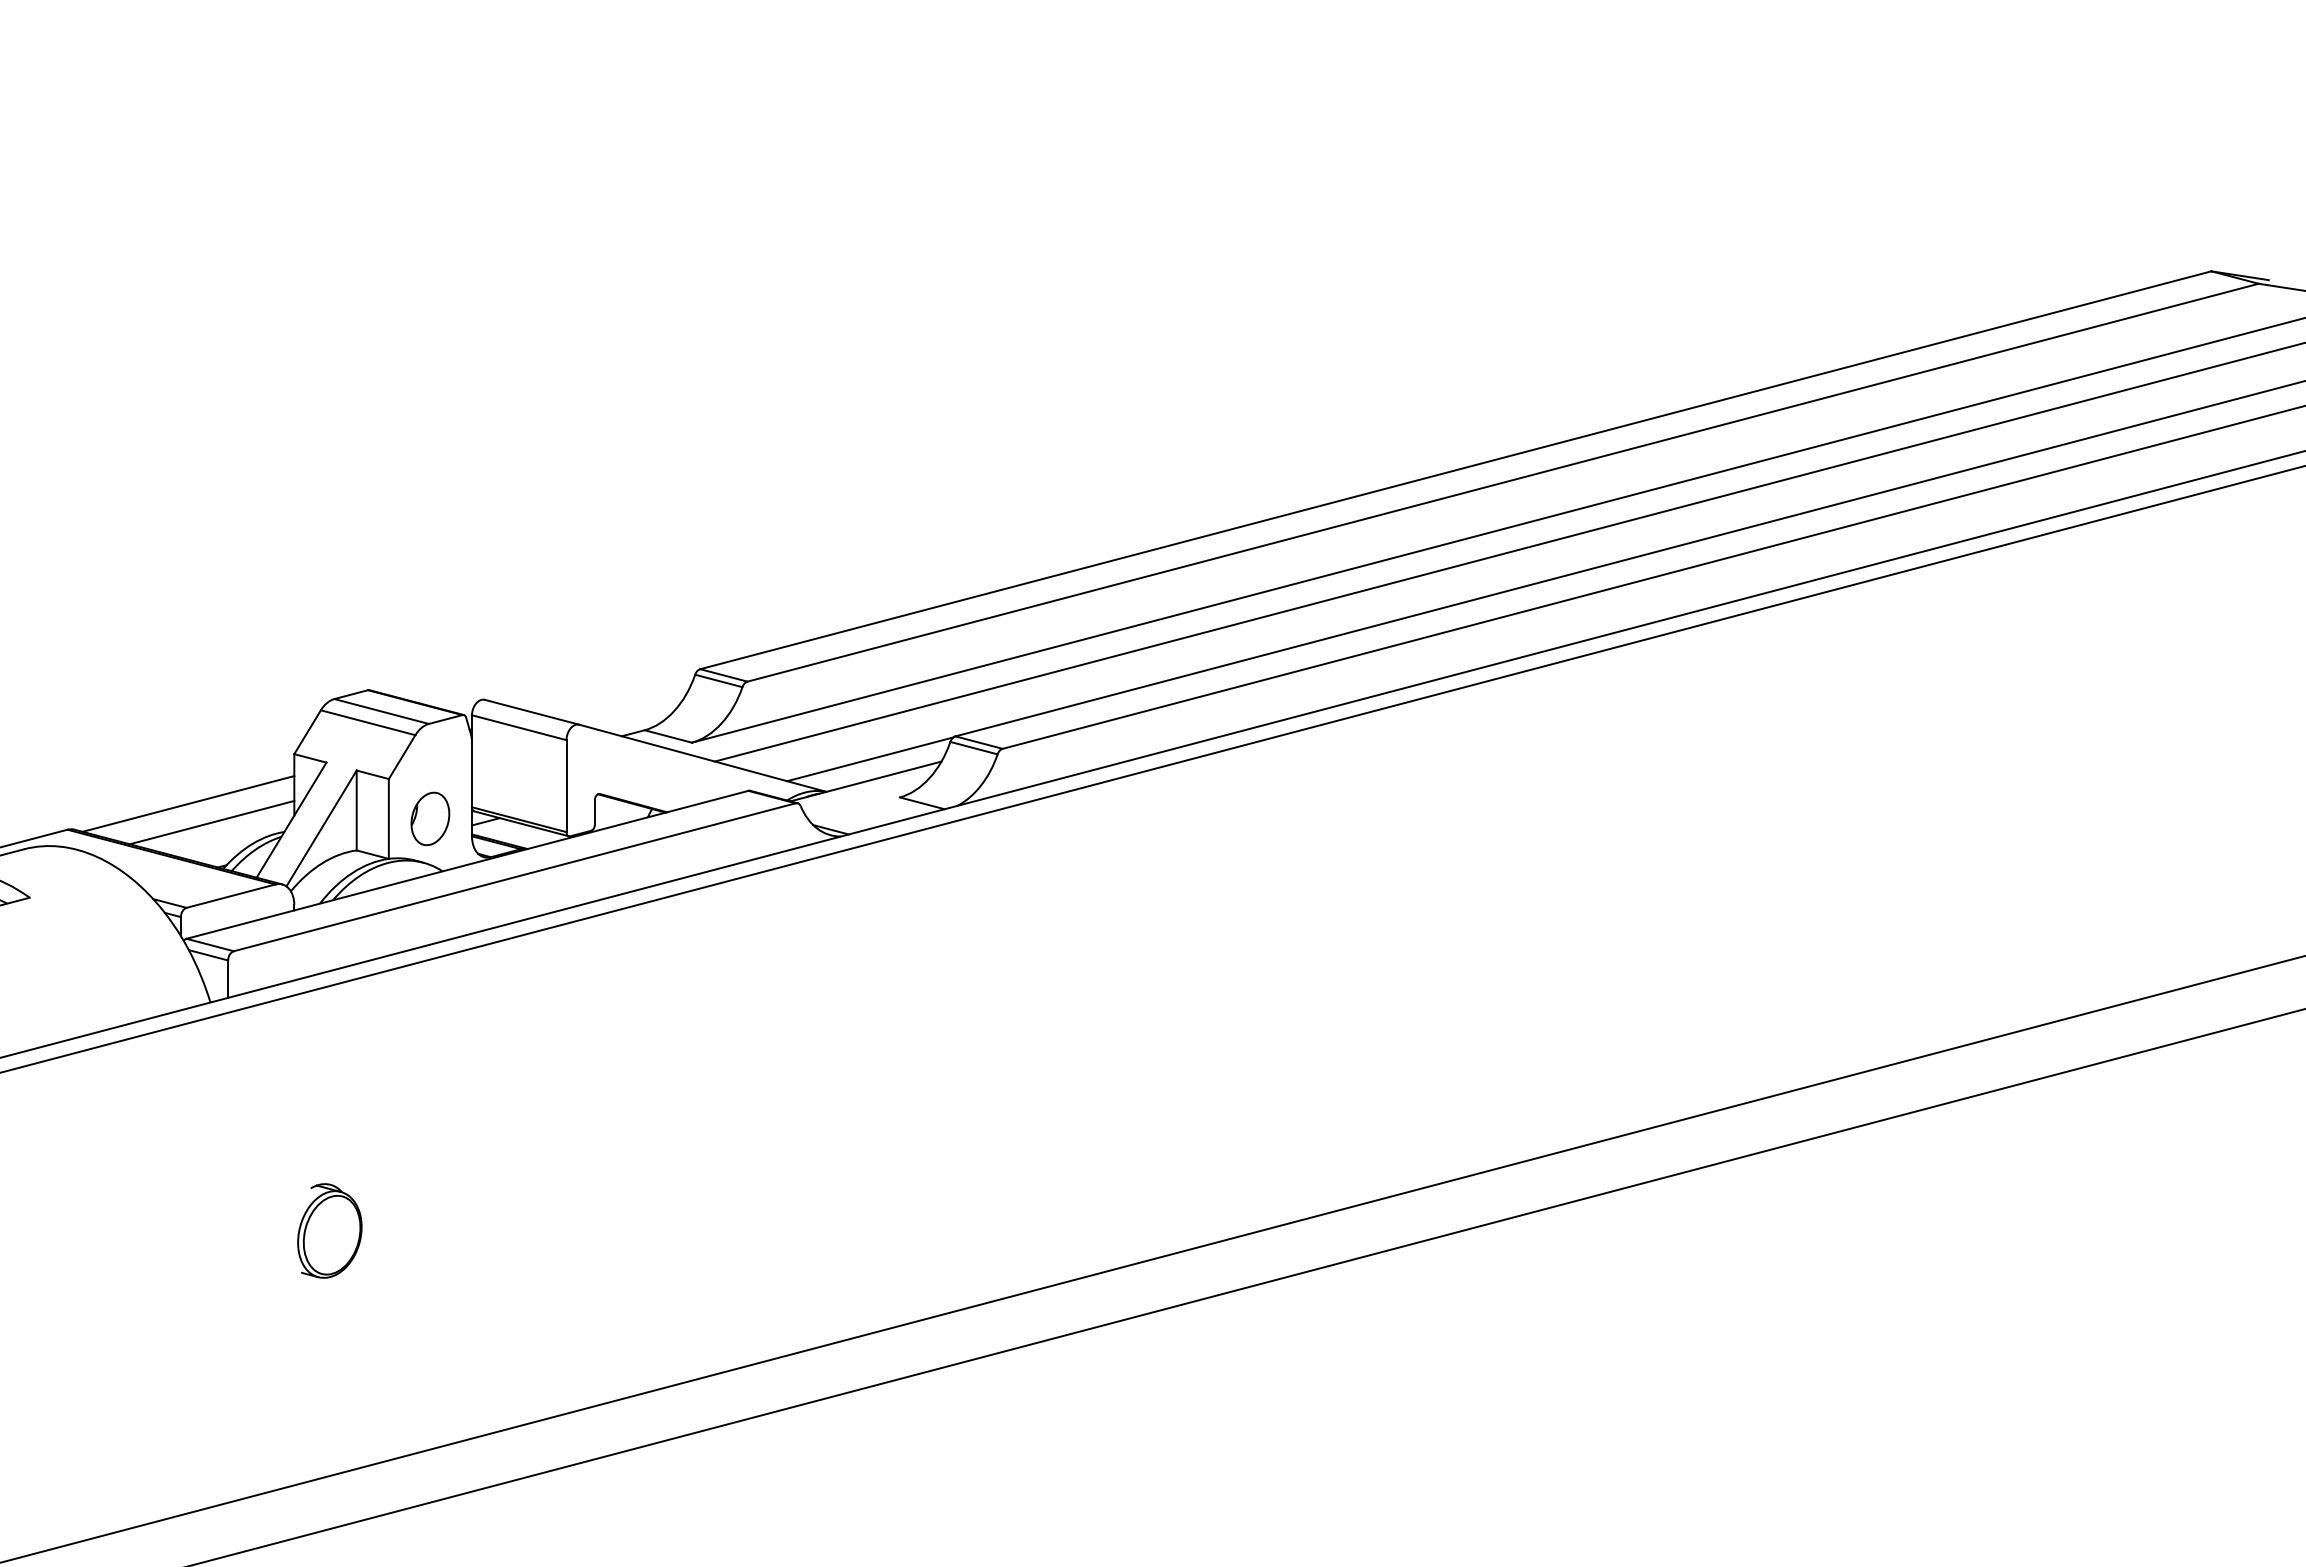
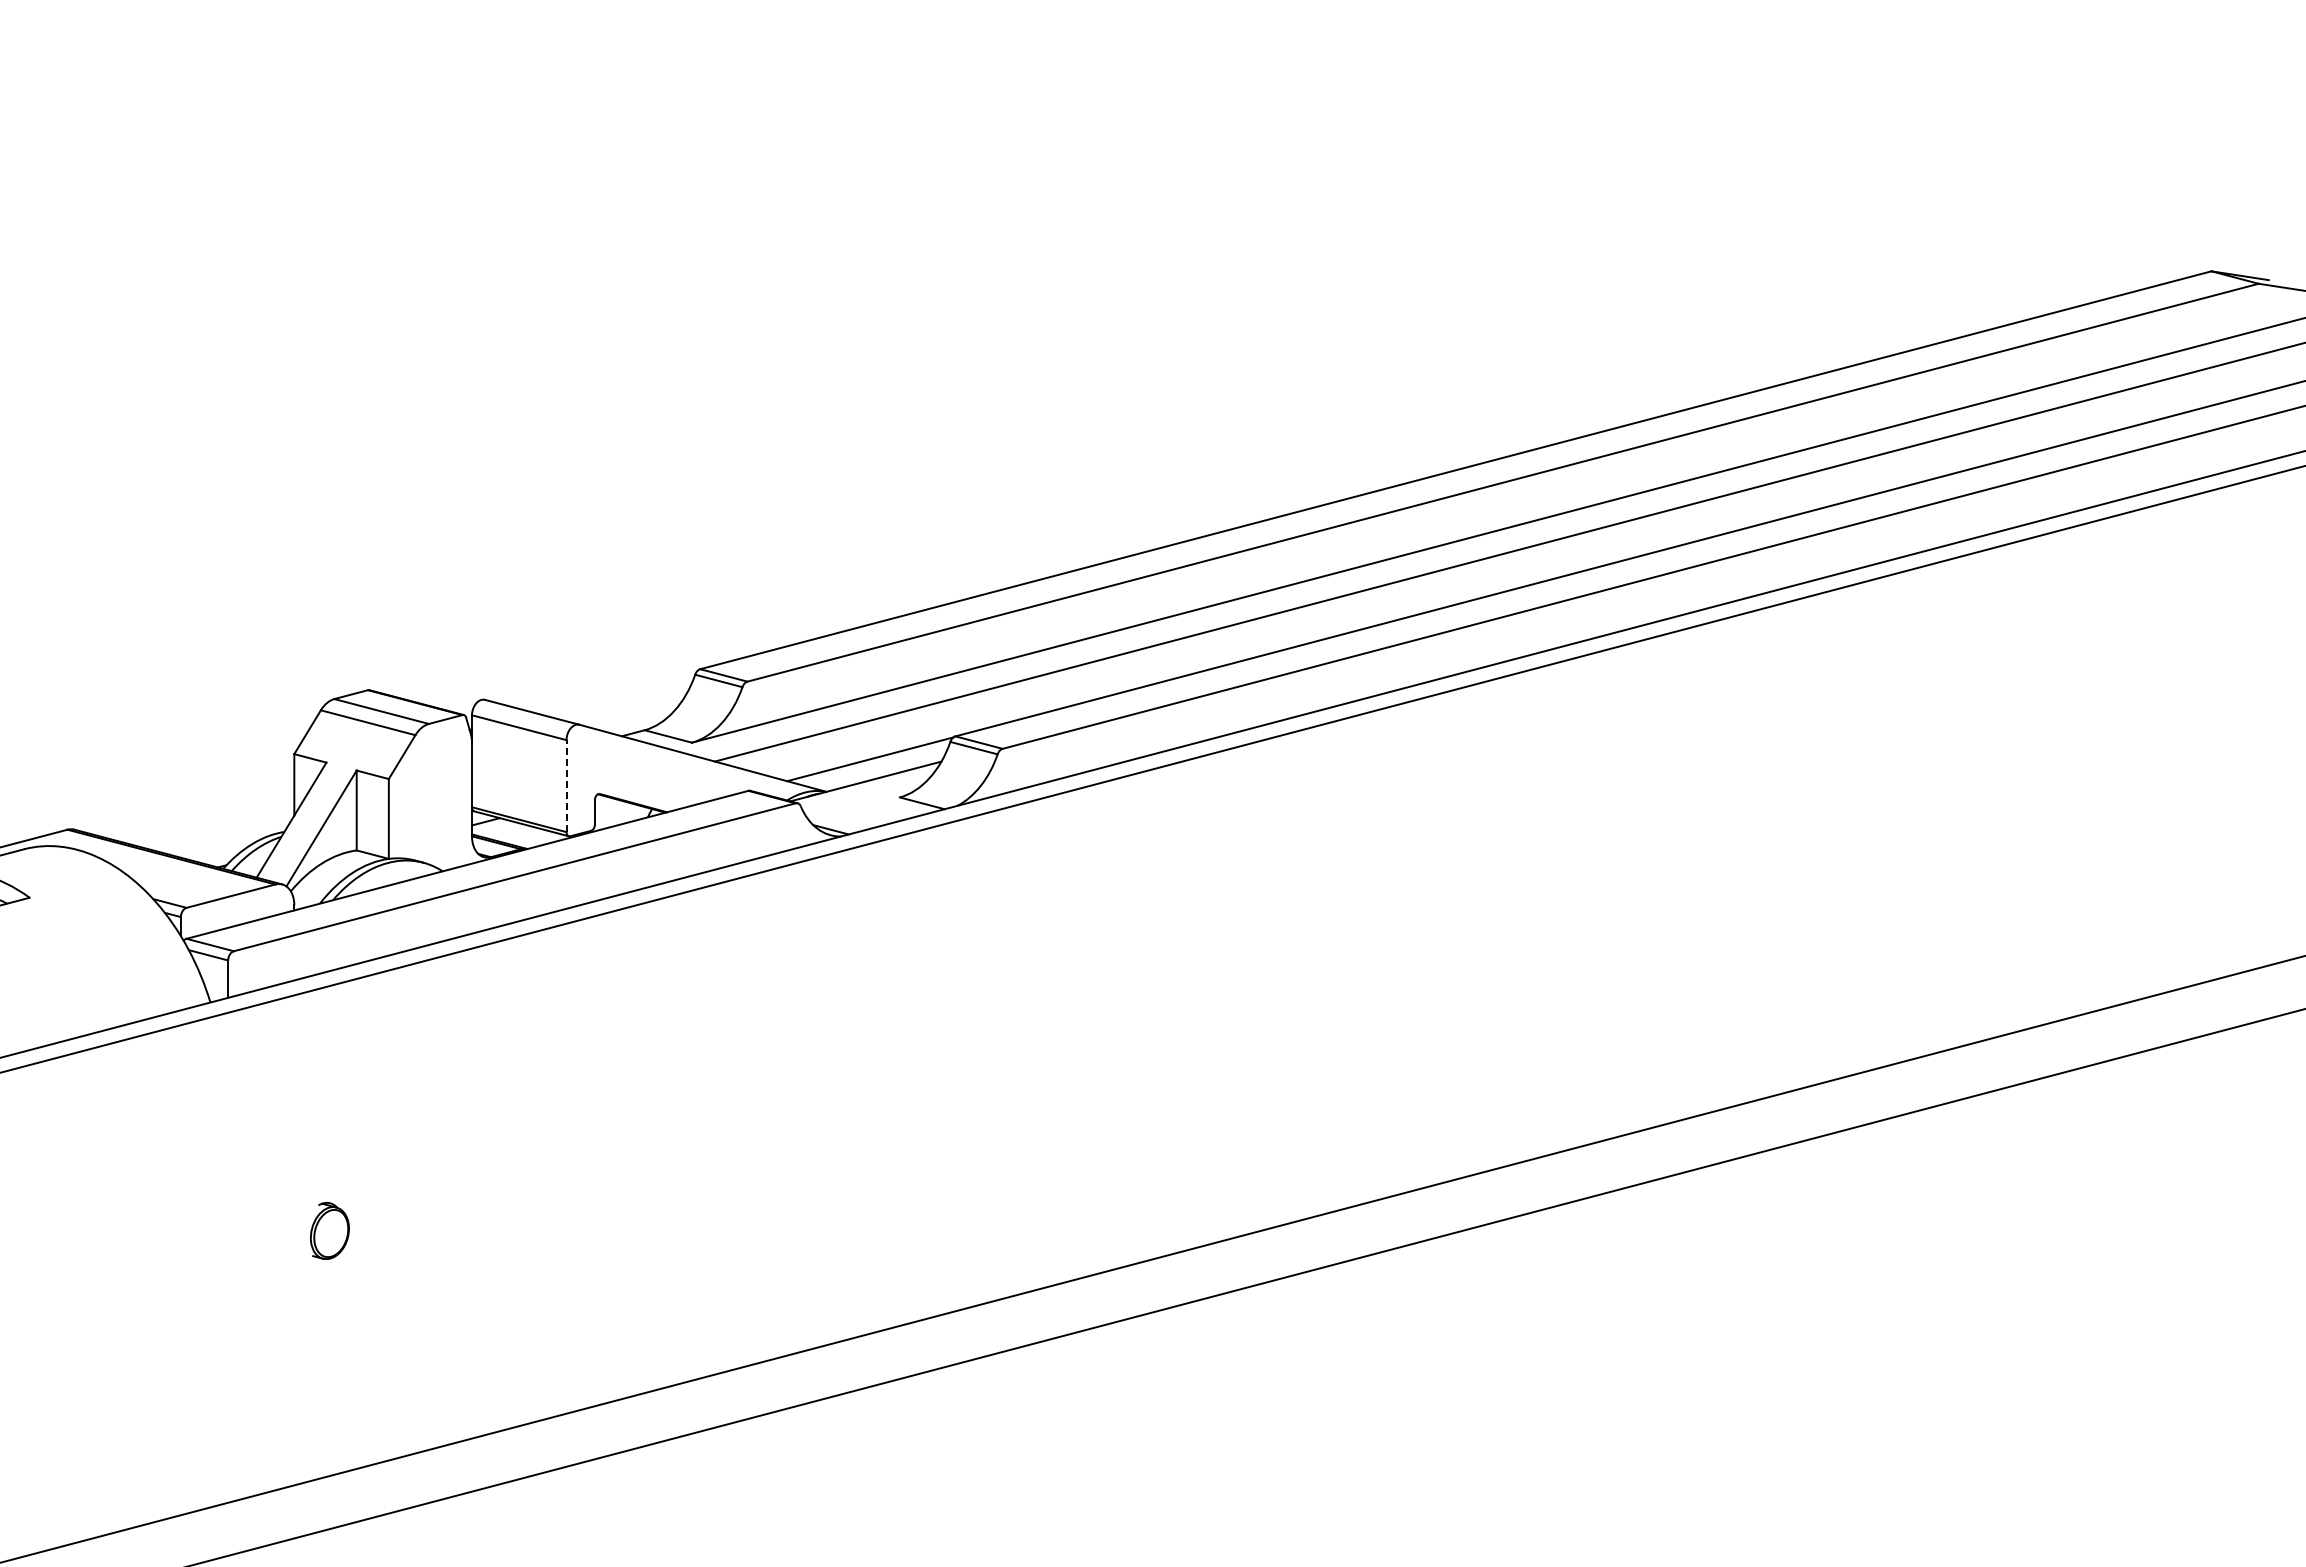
line at (566, 786): solid -> dashed
line at (188, 803): present -> none
part at (430, 818): present -> none
line at (211, 822): present -> none
part at (329, 1230) size: 66x96 px -> 41x58 px
